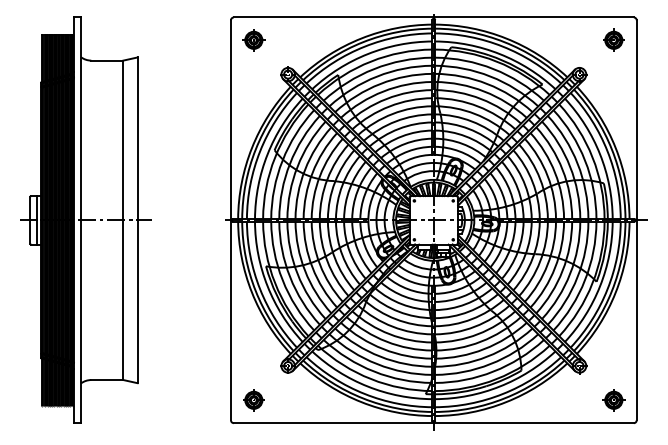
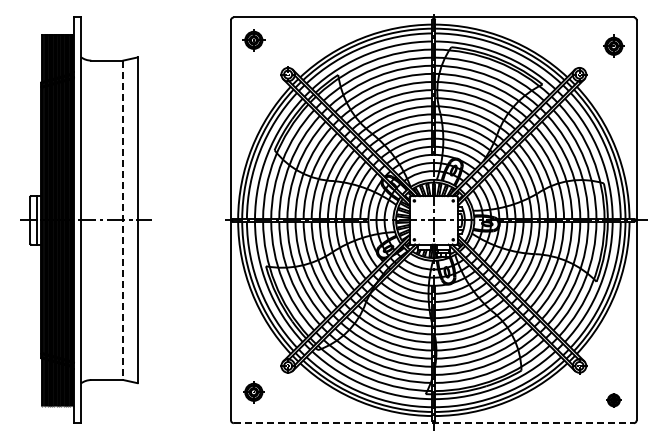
part at (613, 39) position: (613, 39) -> (613, 45)
line at (123, 220): solid -> dashed
part at (253, 400) position: (253, 400) -> (253, 392)
part at (613, 400) size: 24x23 px -> 16x15 px
line at (433, 423): solid -> dashed
